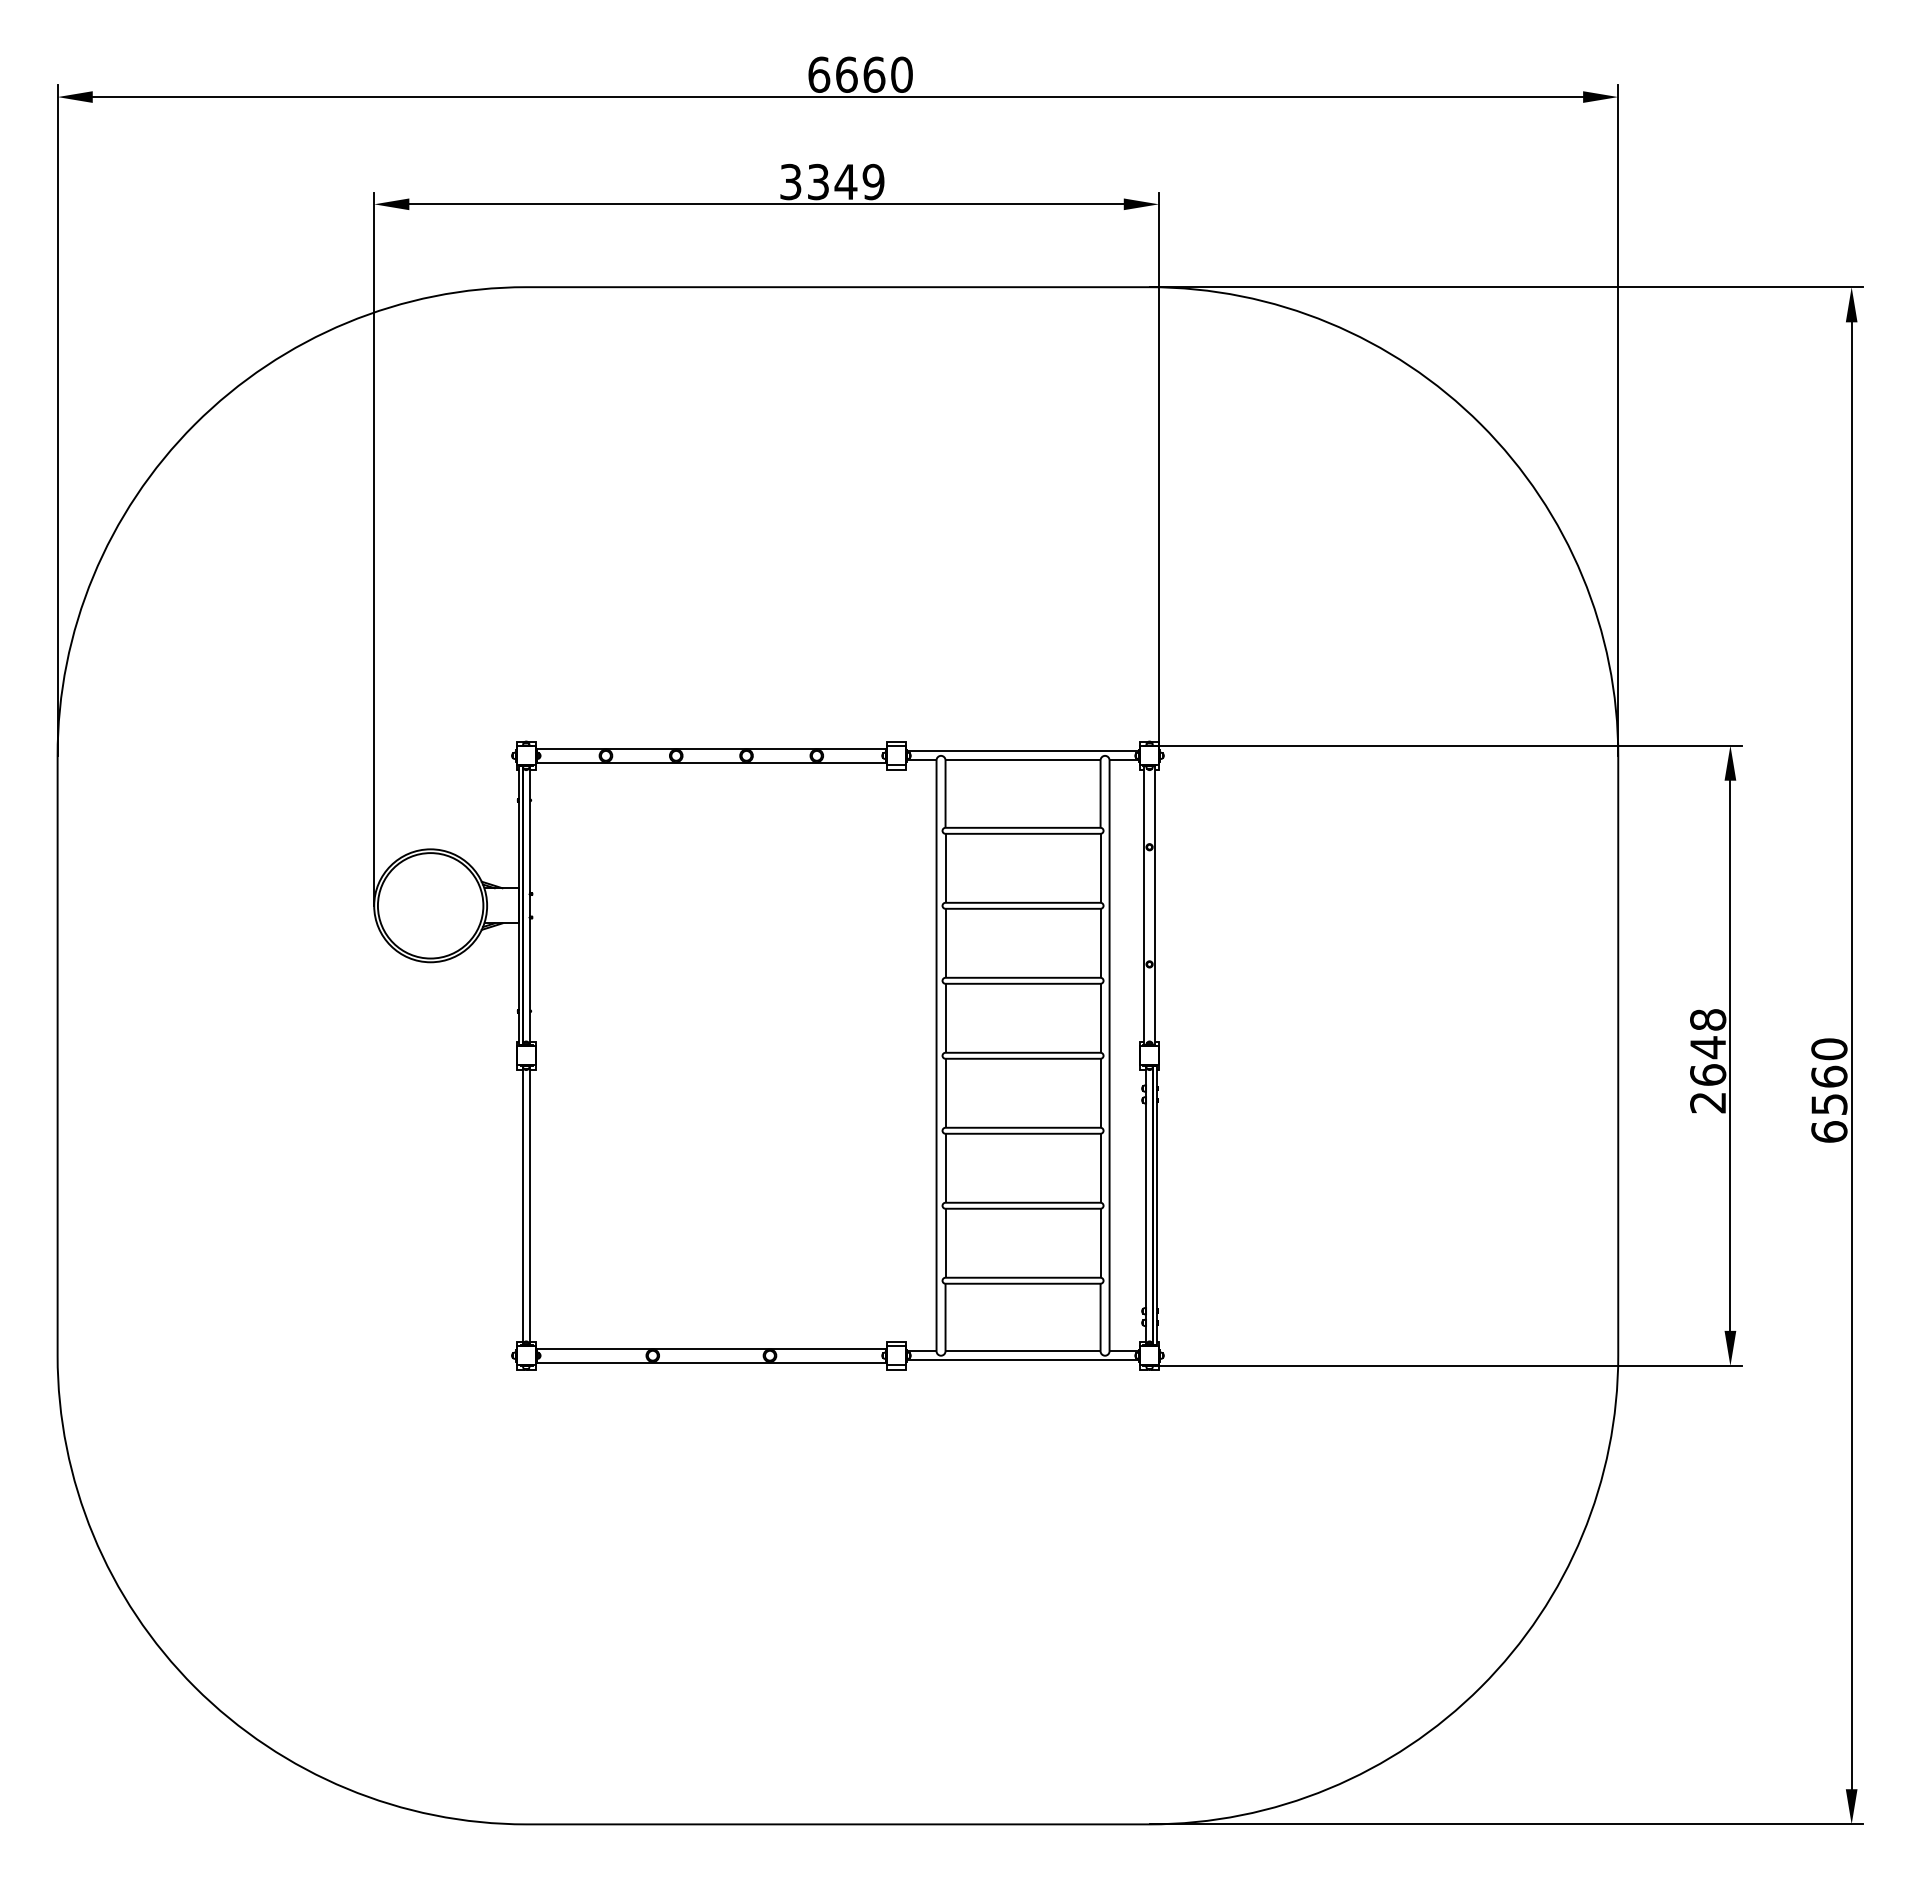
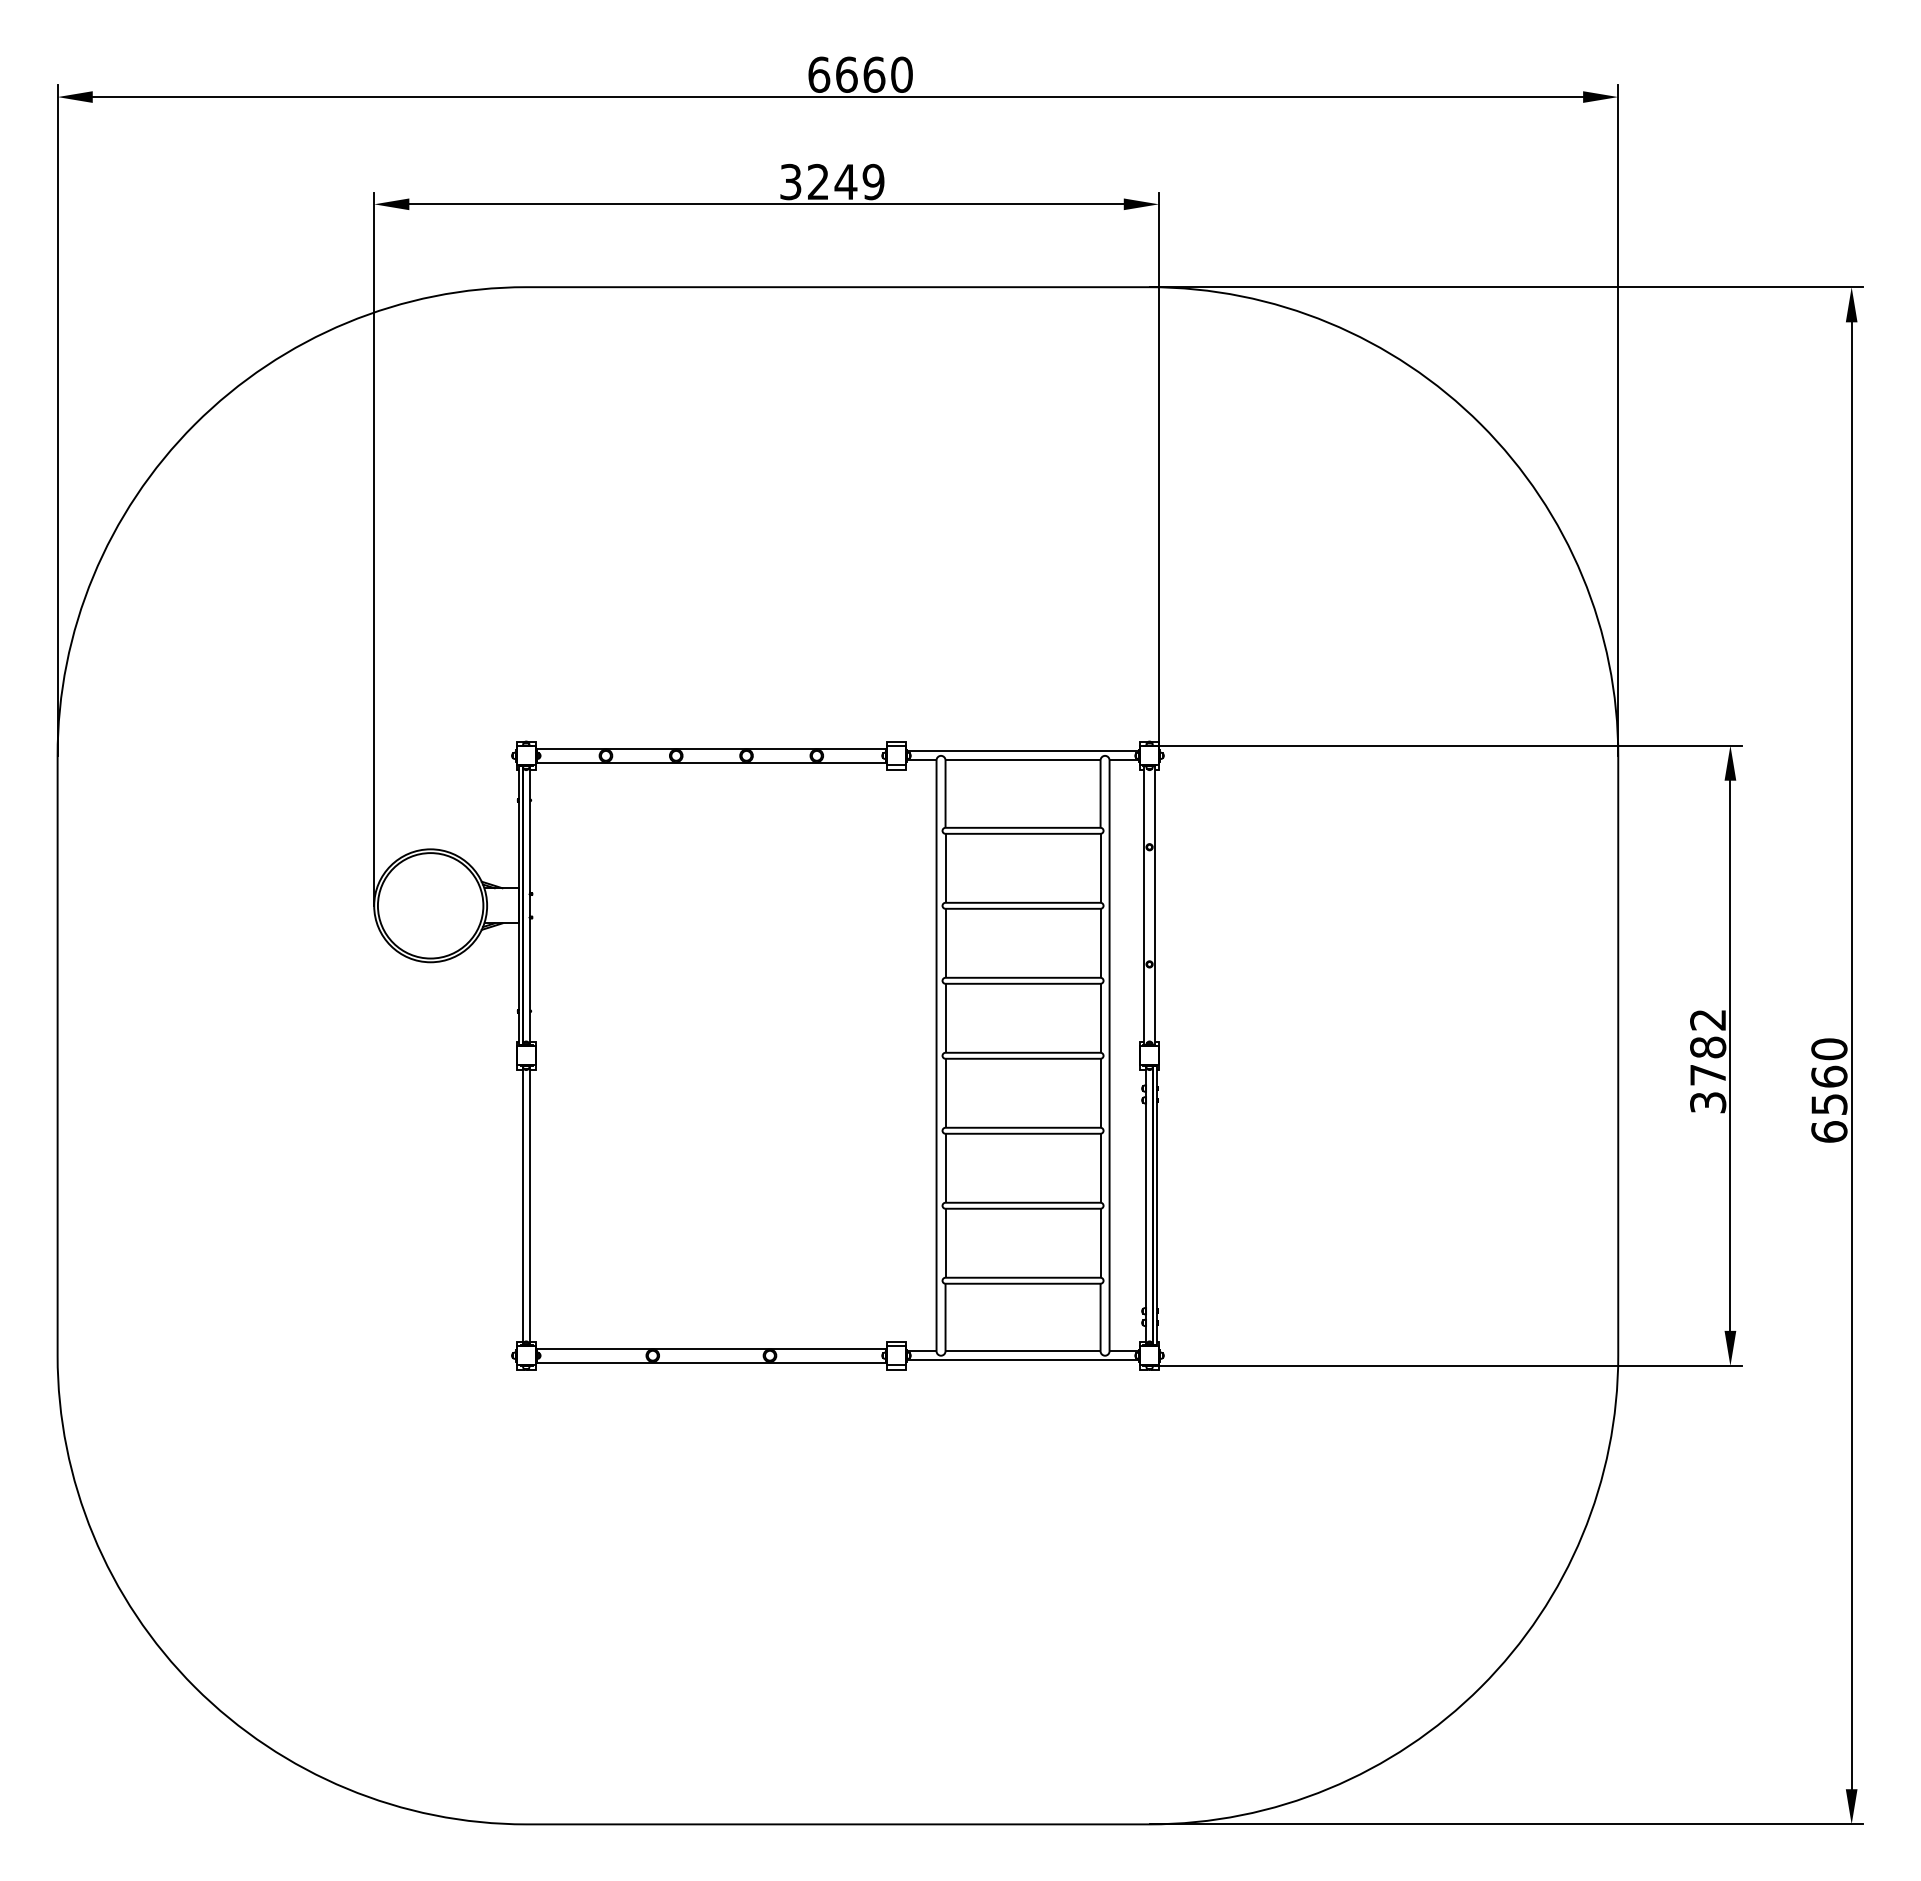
text at (818, 182): 3349 -> 3249
text at (1708, 1061): 2648 -> 3782
